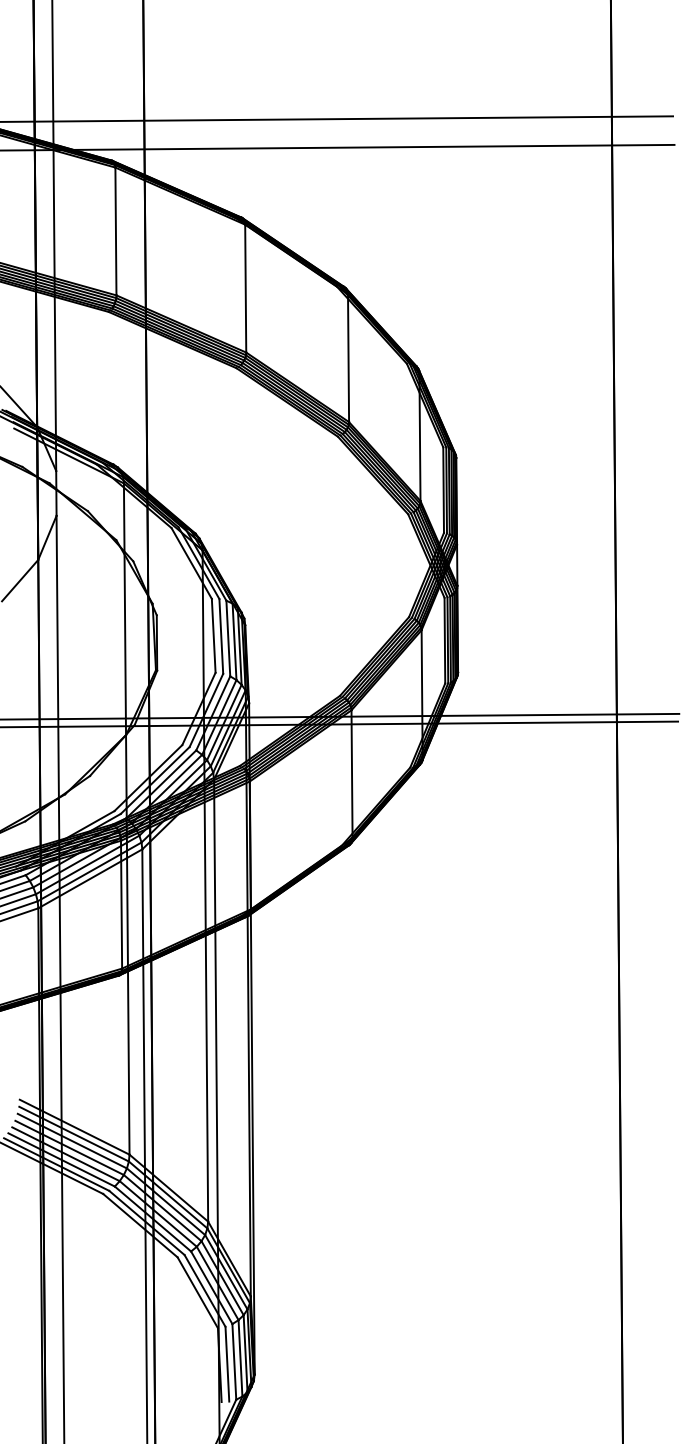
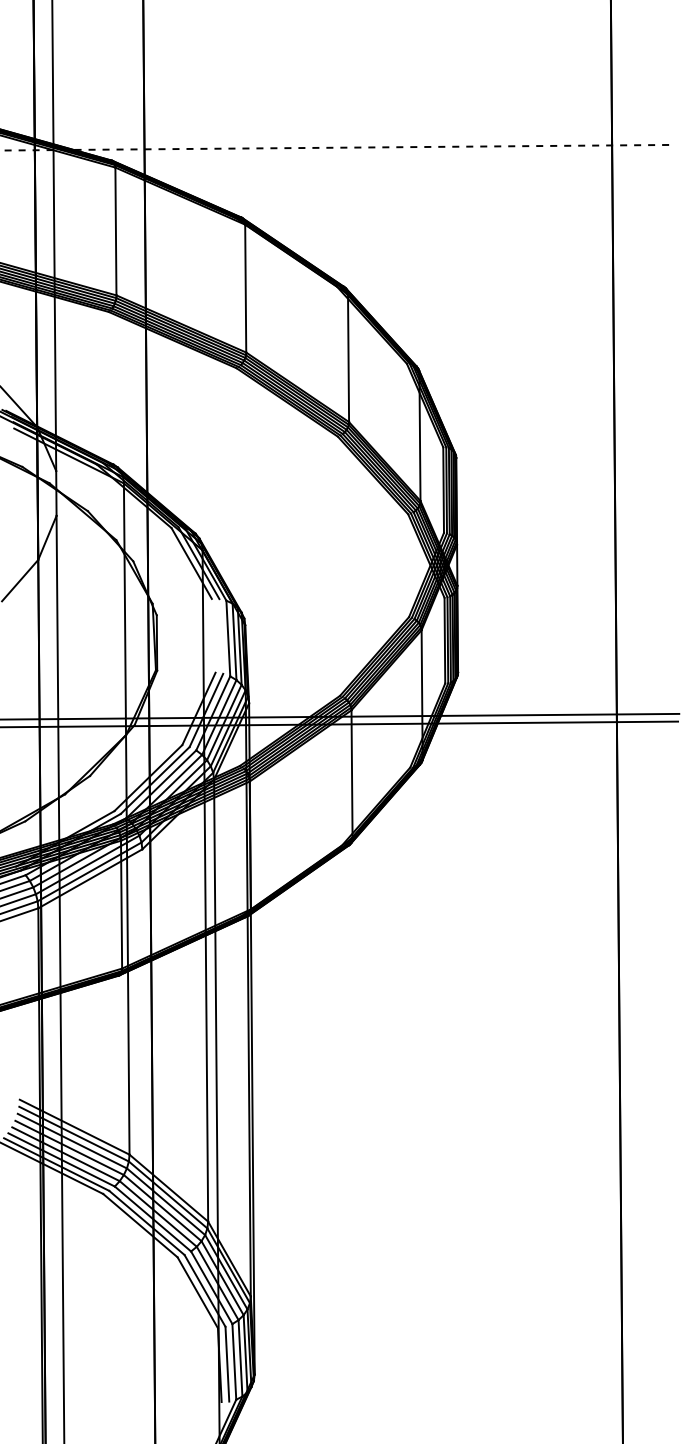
line at (337, 118): present -> none
line at (337, 147): solid -> dashed
line at (213, 635): present -> none
line at (221, 636): present -> none
line at (144, 1144): present -> none
